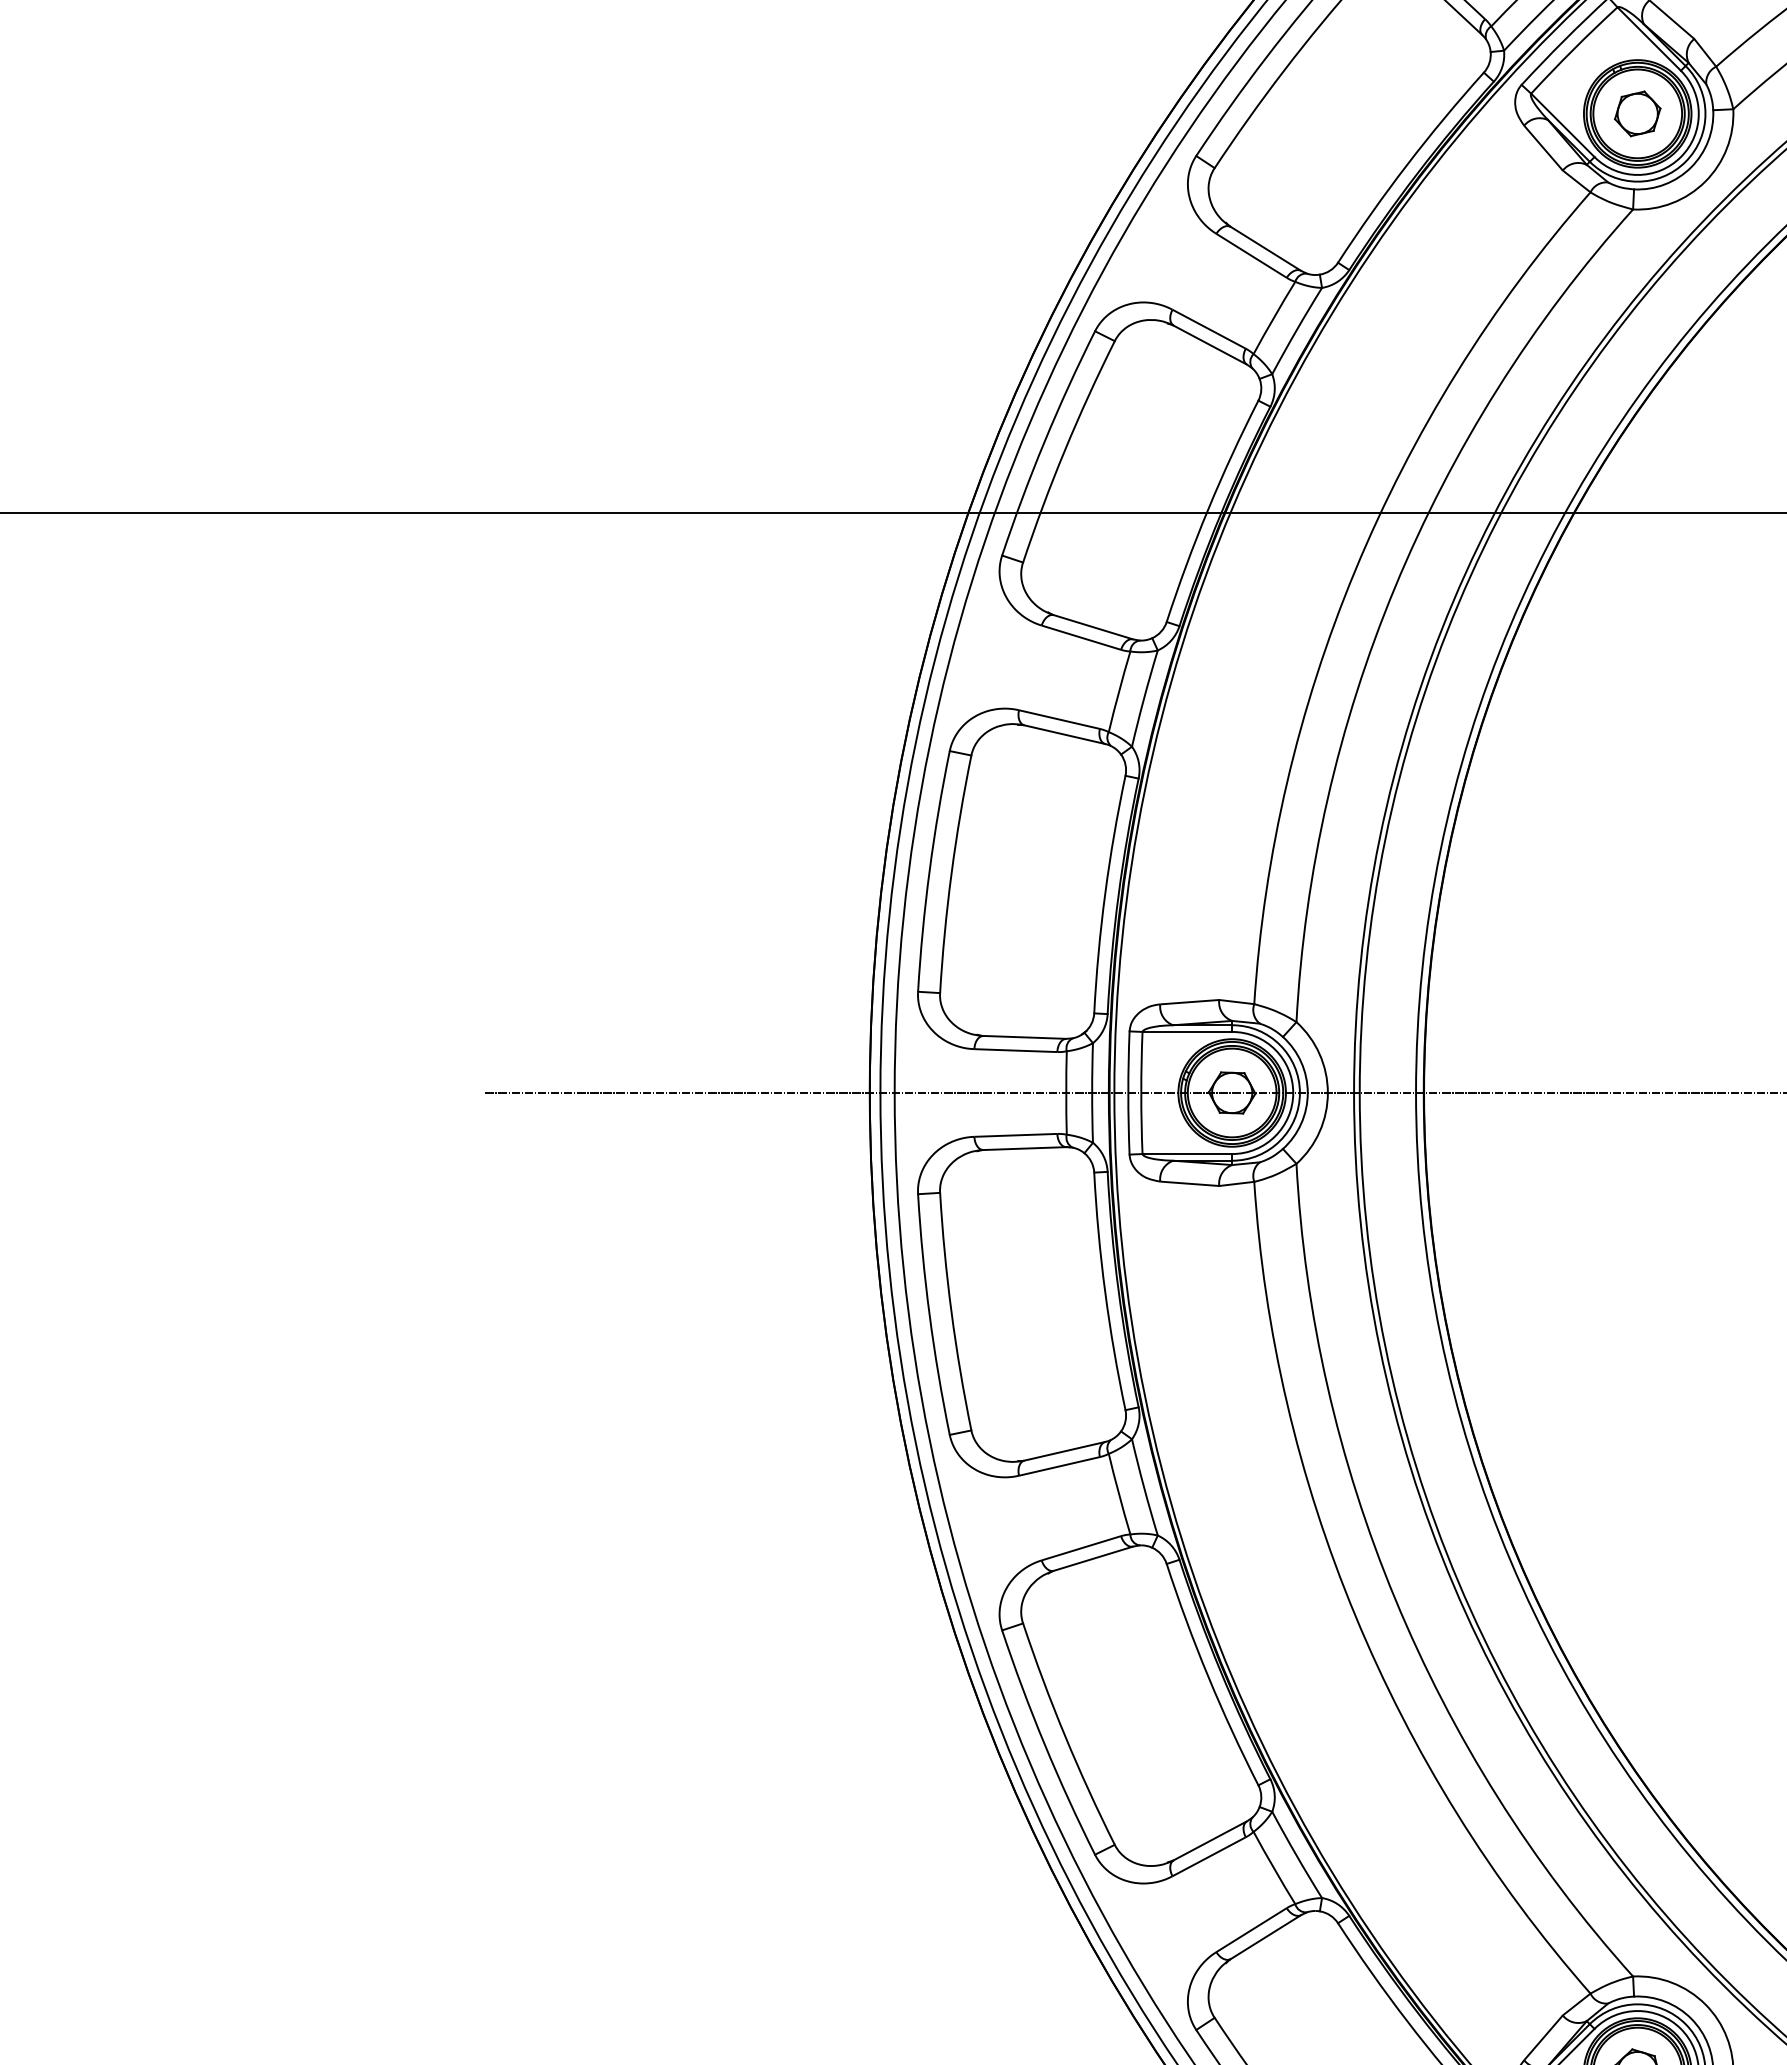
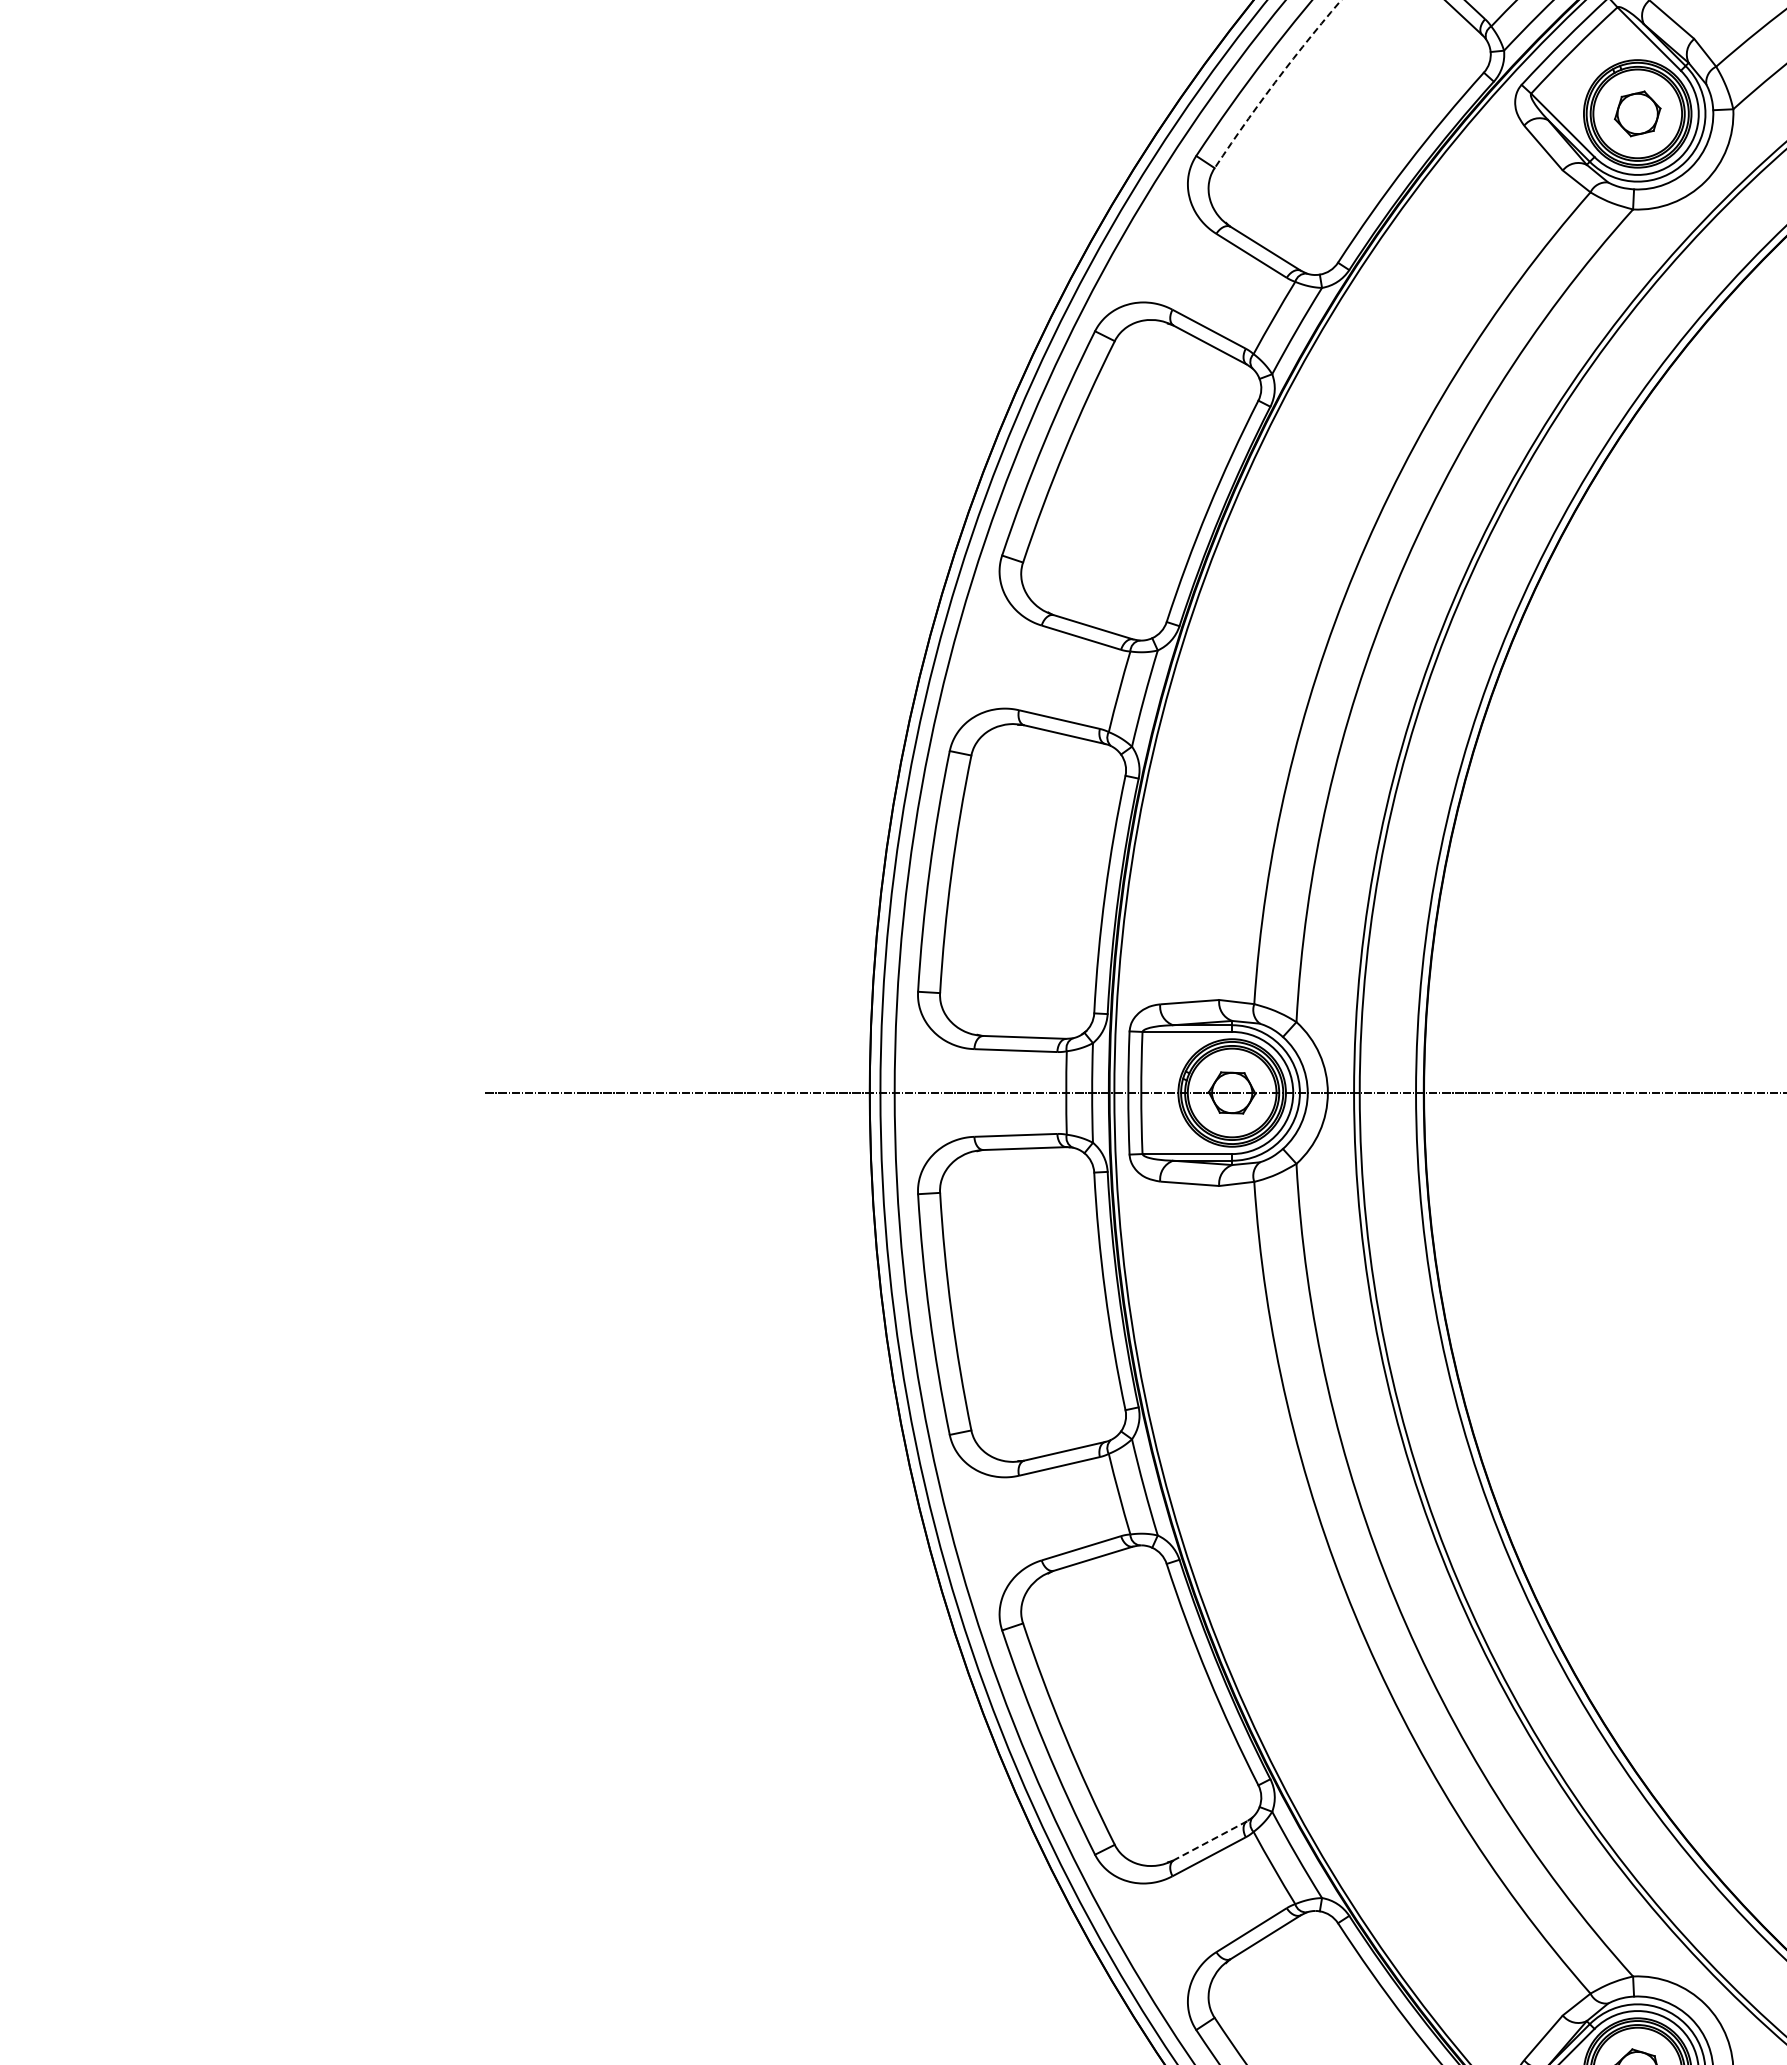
arc at (1275, 81): solid -> dashed
line at (892, 513): present -> none
line at (1210, 1840): solid -> dashed
